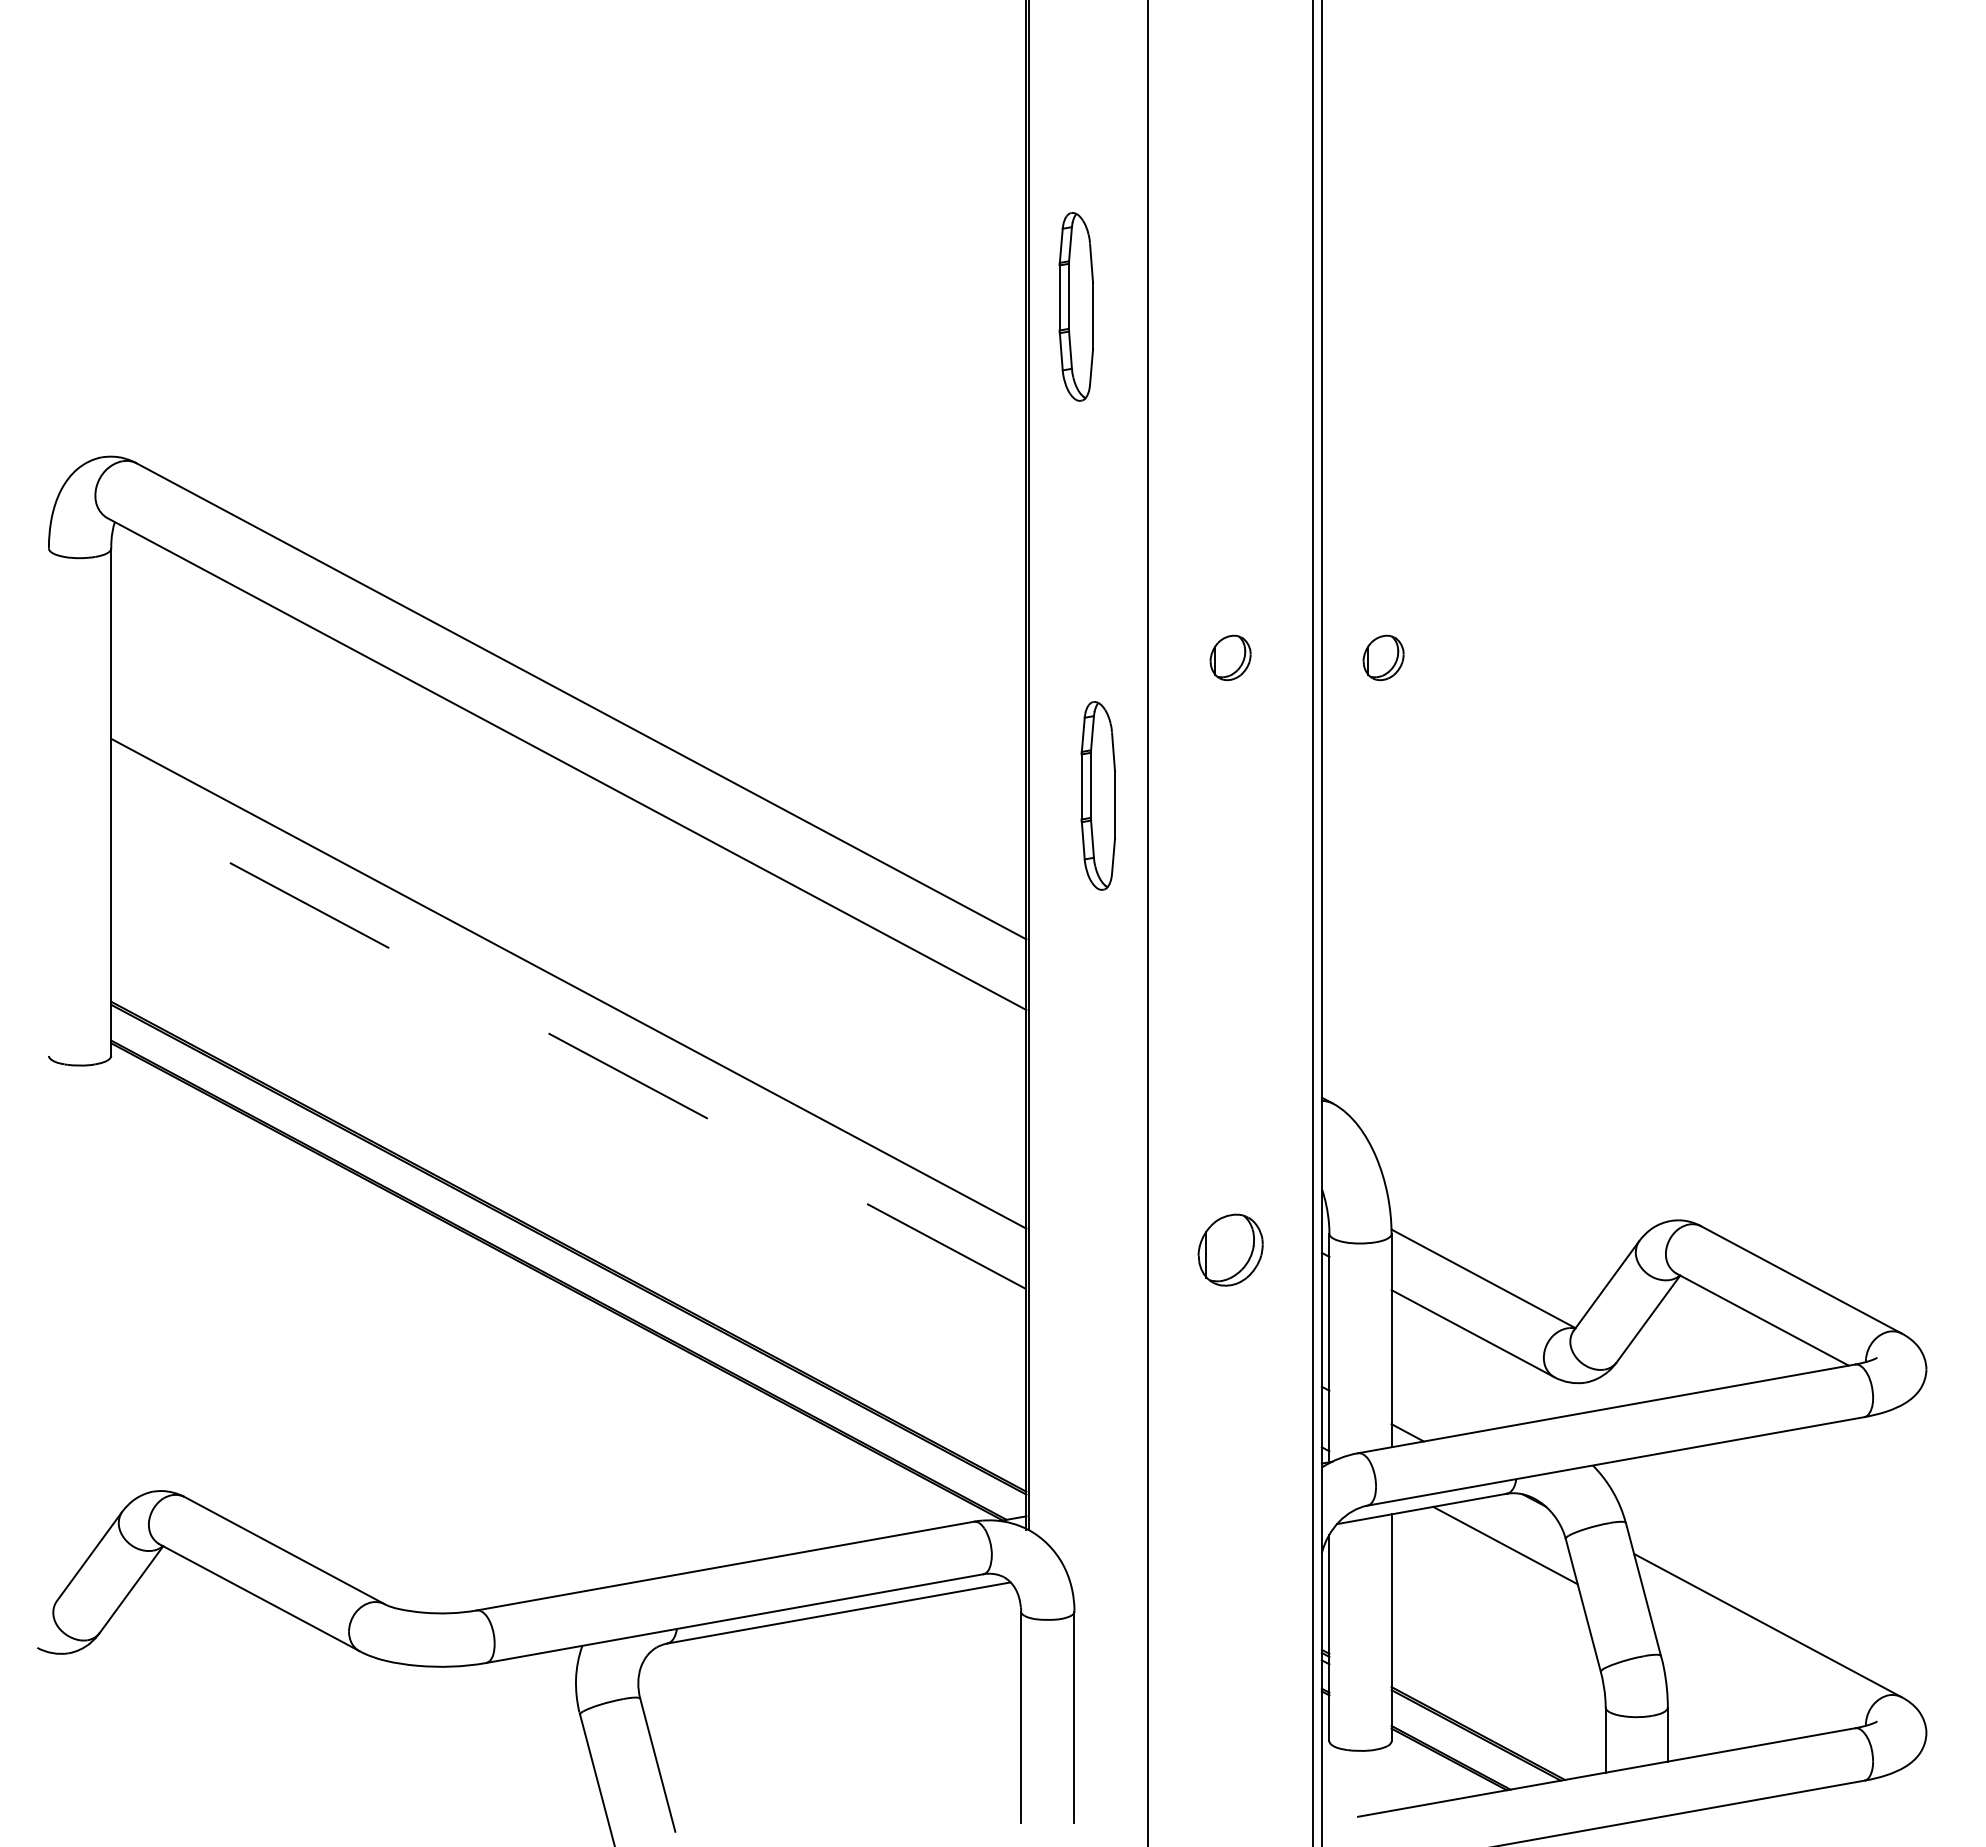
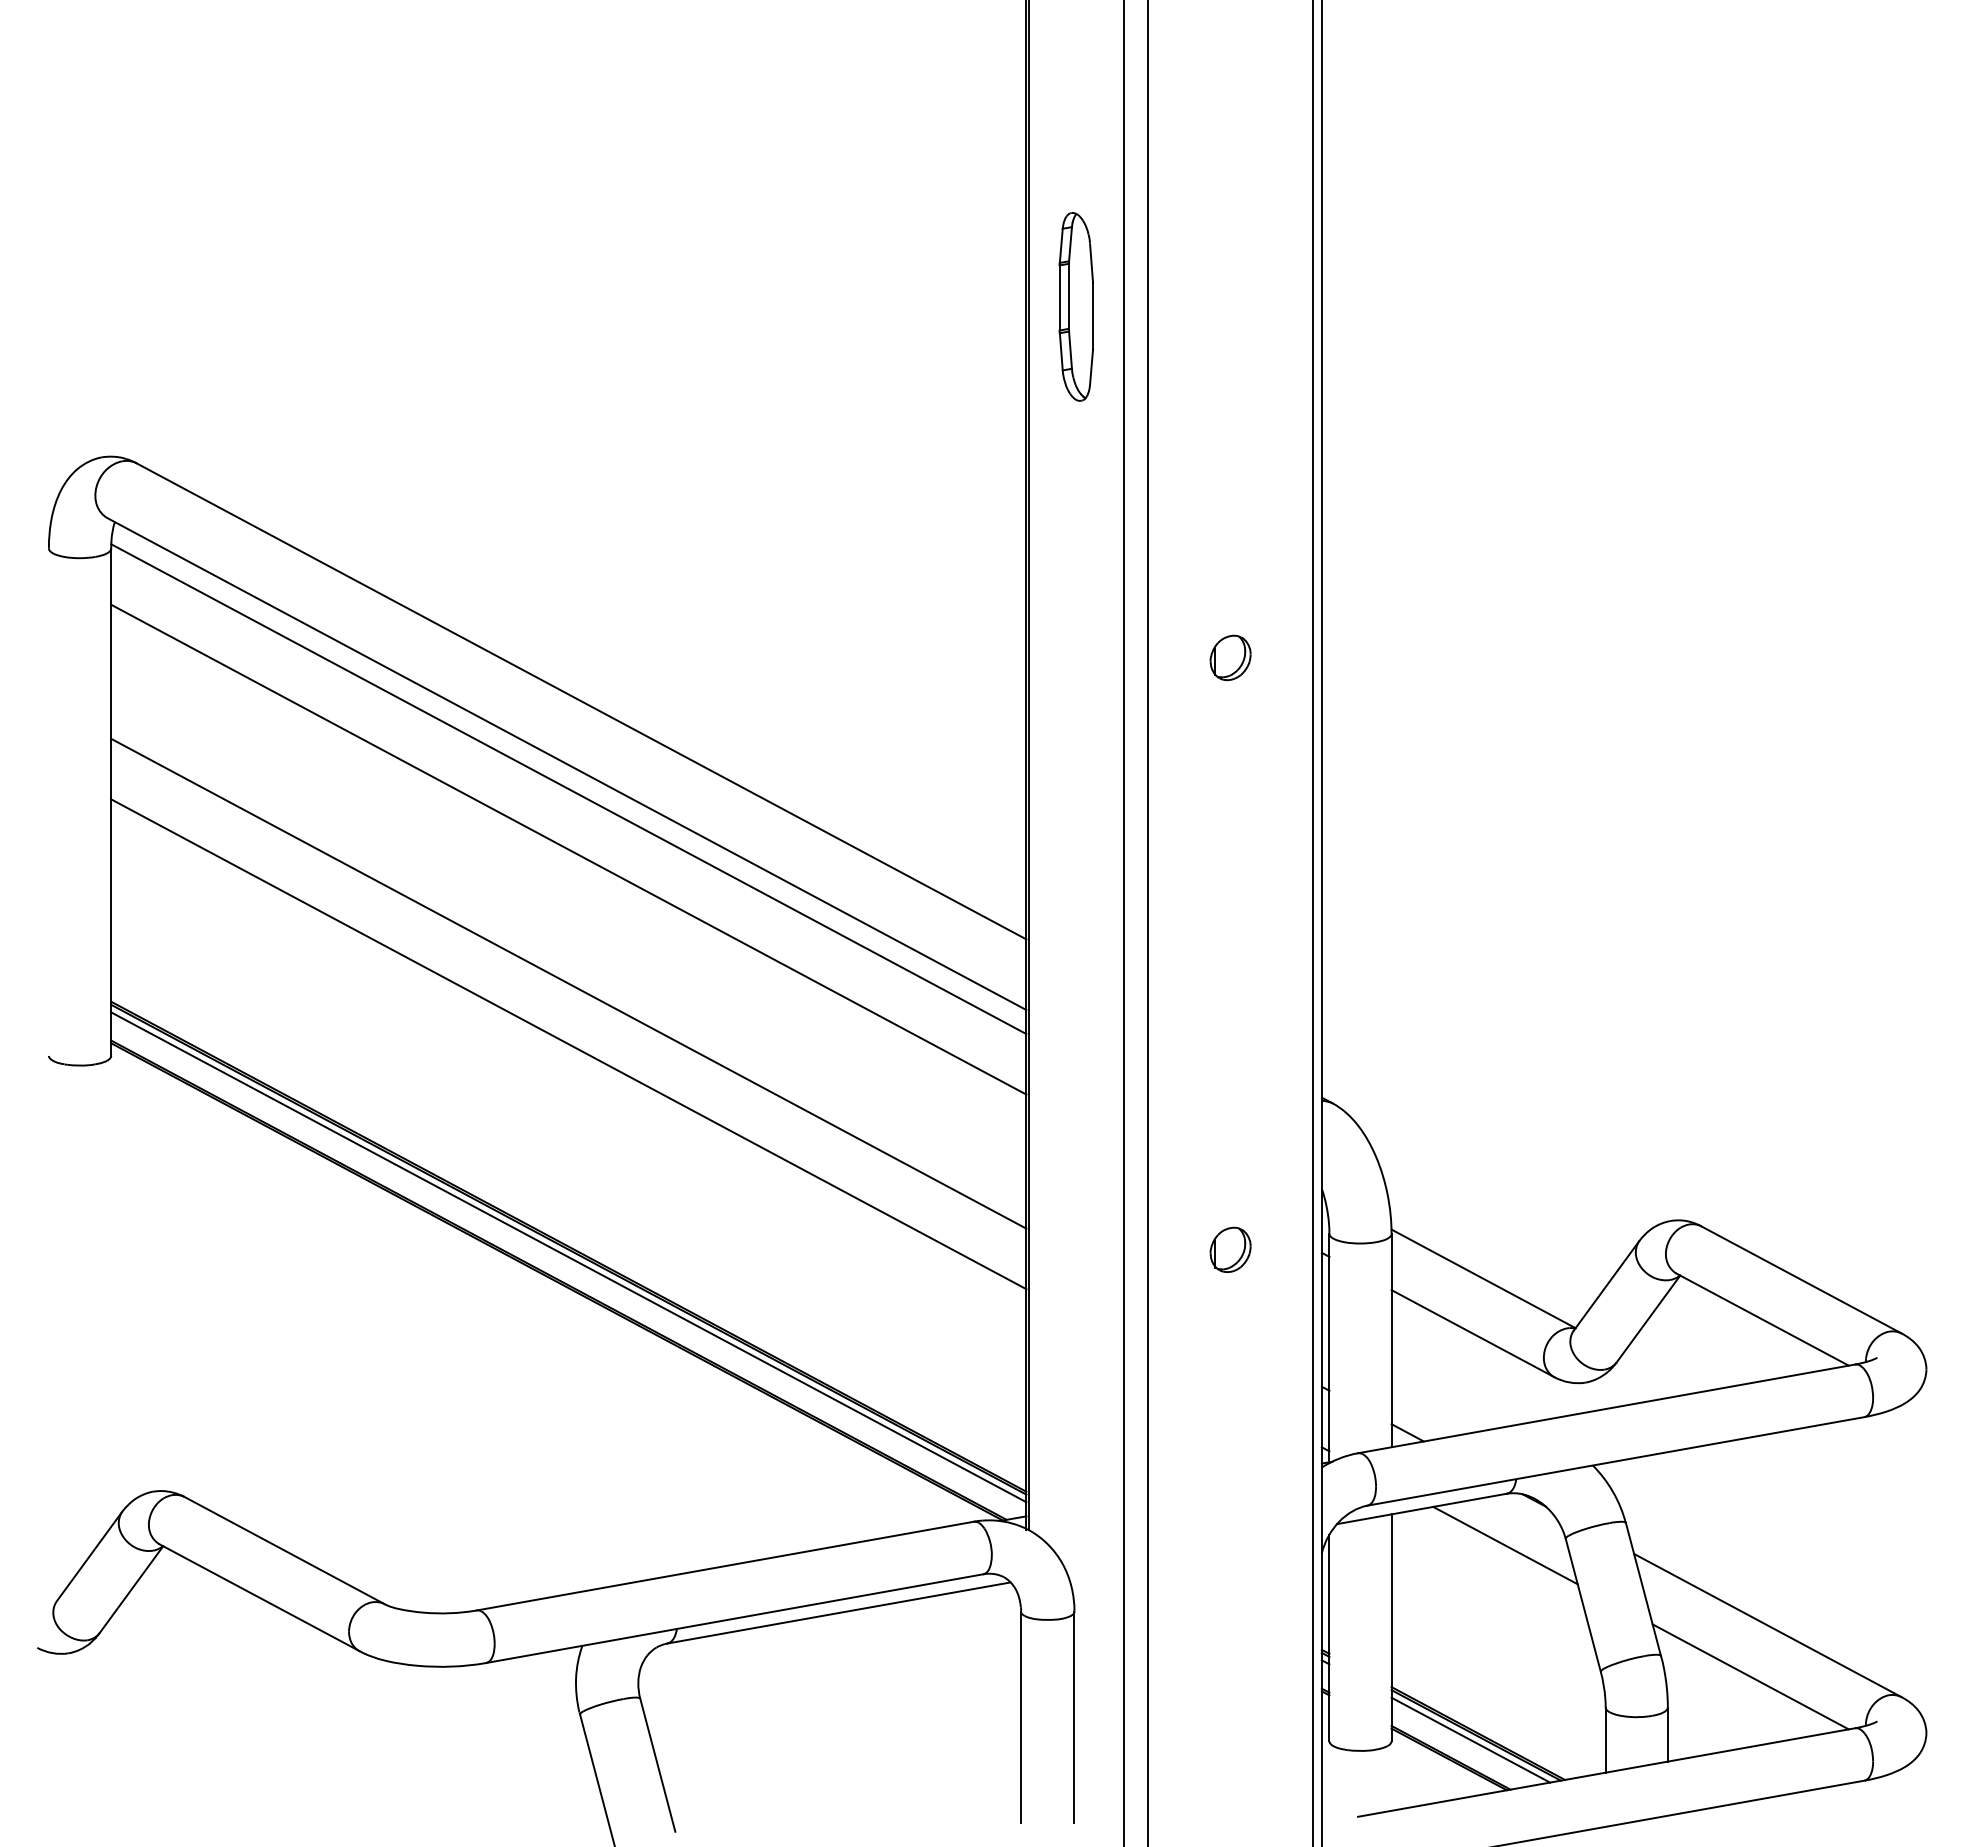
part at (1383, 657): present -> none
line at (568, 789): none -> present
part at (1097, 795): present -> none
line at (568, 849): none -> present
line at (1124, 922): none -> present
line at (568, 1044): dashed -> solid
part at (1230, 1249) size: 67x74 px -> 43x47 px
line at (568, 1257): none -> present
line at (1750, 1676): none -> present
line at (1470, 1739): none -> present
